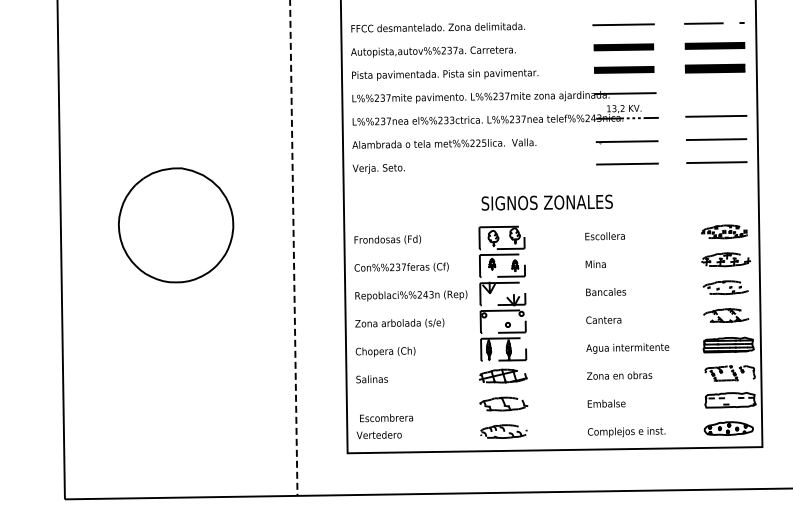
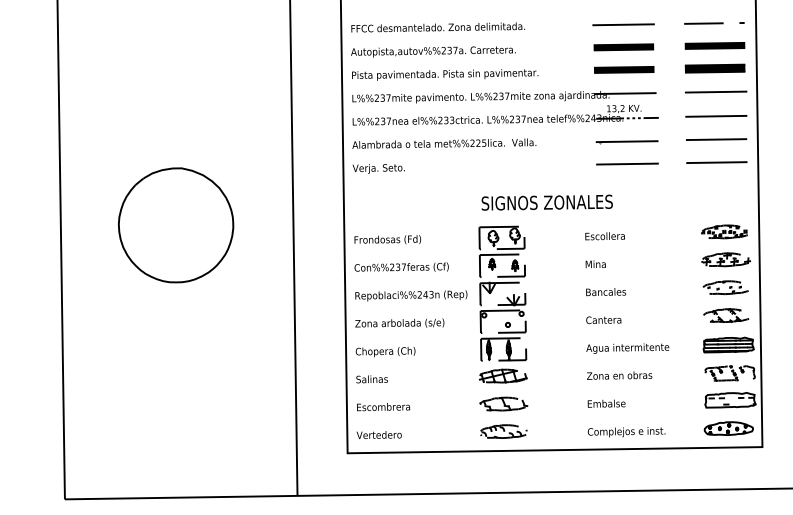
line at (715, 91): none -> present
line at (293, 248): dashed -> solid
text at (386, 418) position: (386, 418) -> (383, 407)
